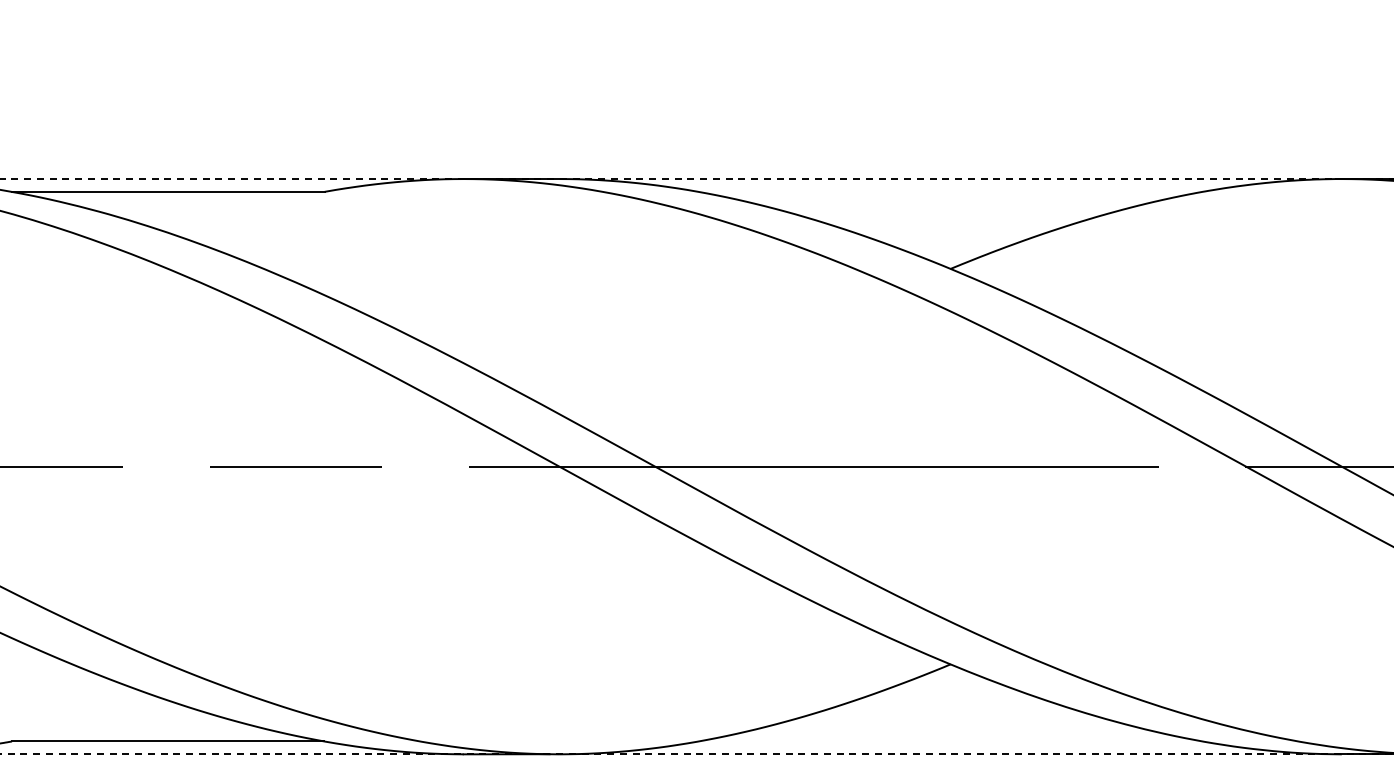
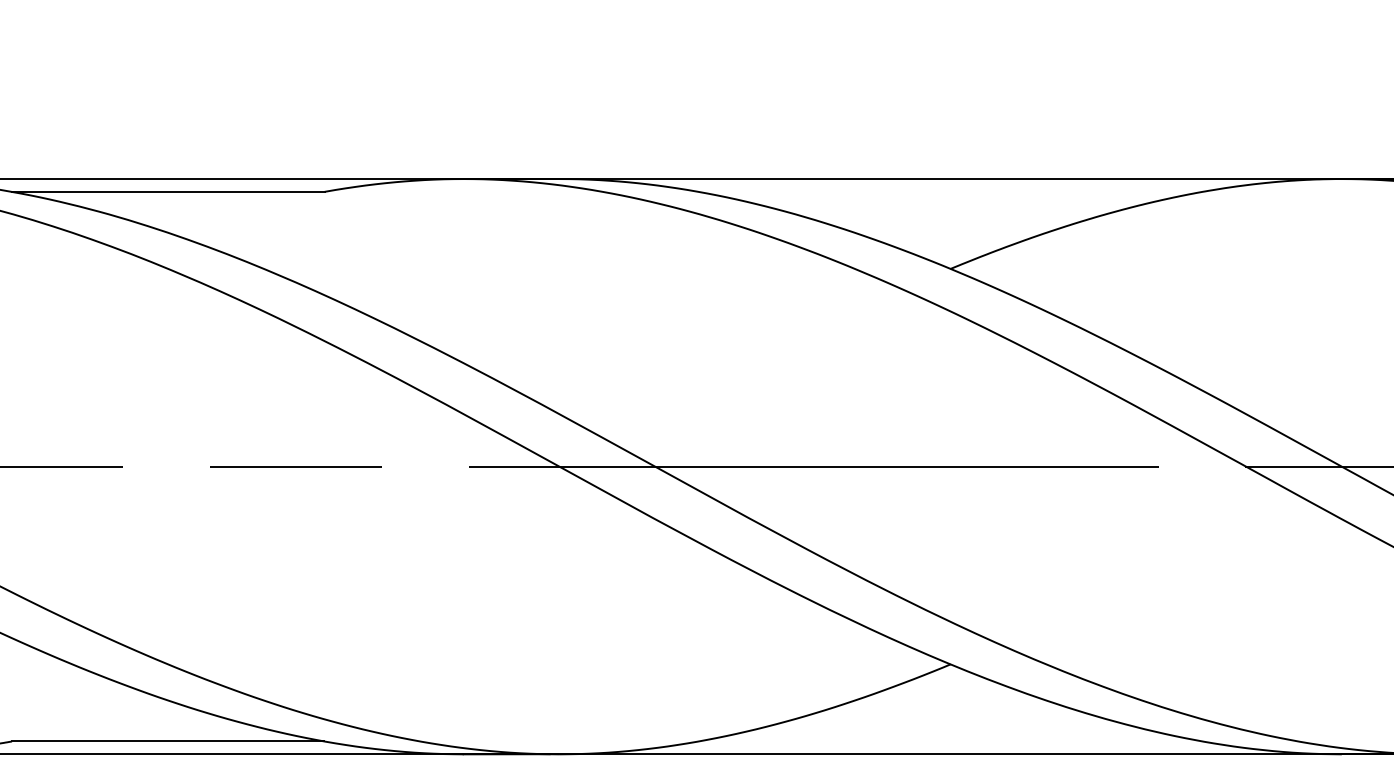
line at (697, 179): dashed -> solid
line at (696, 754): dashed -> solid
